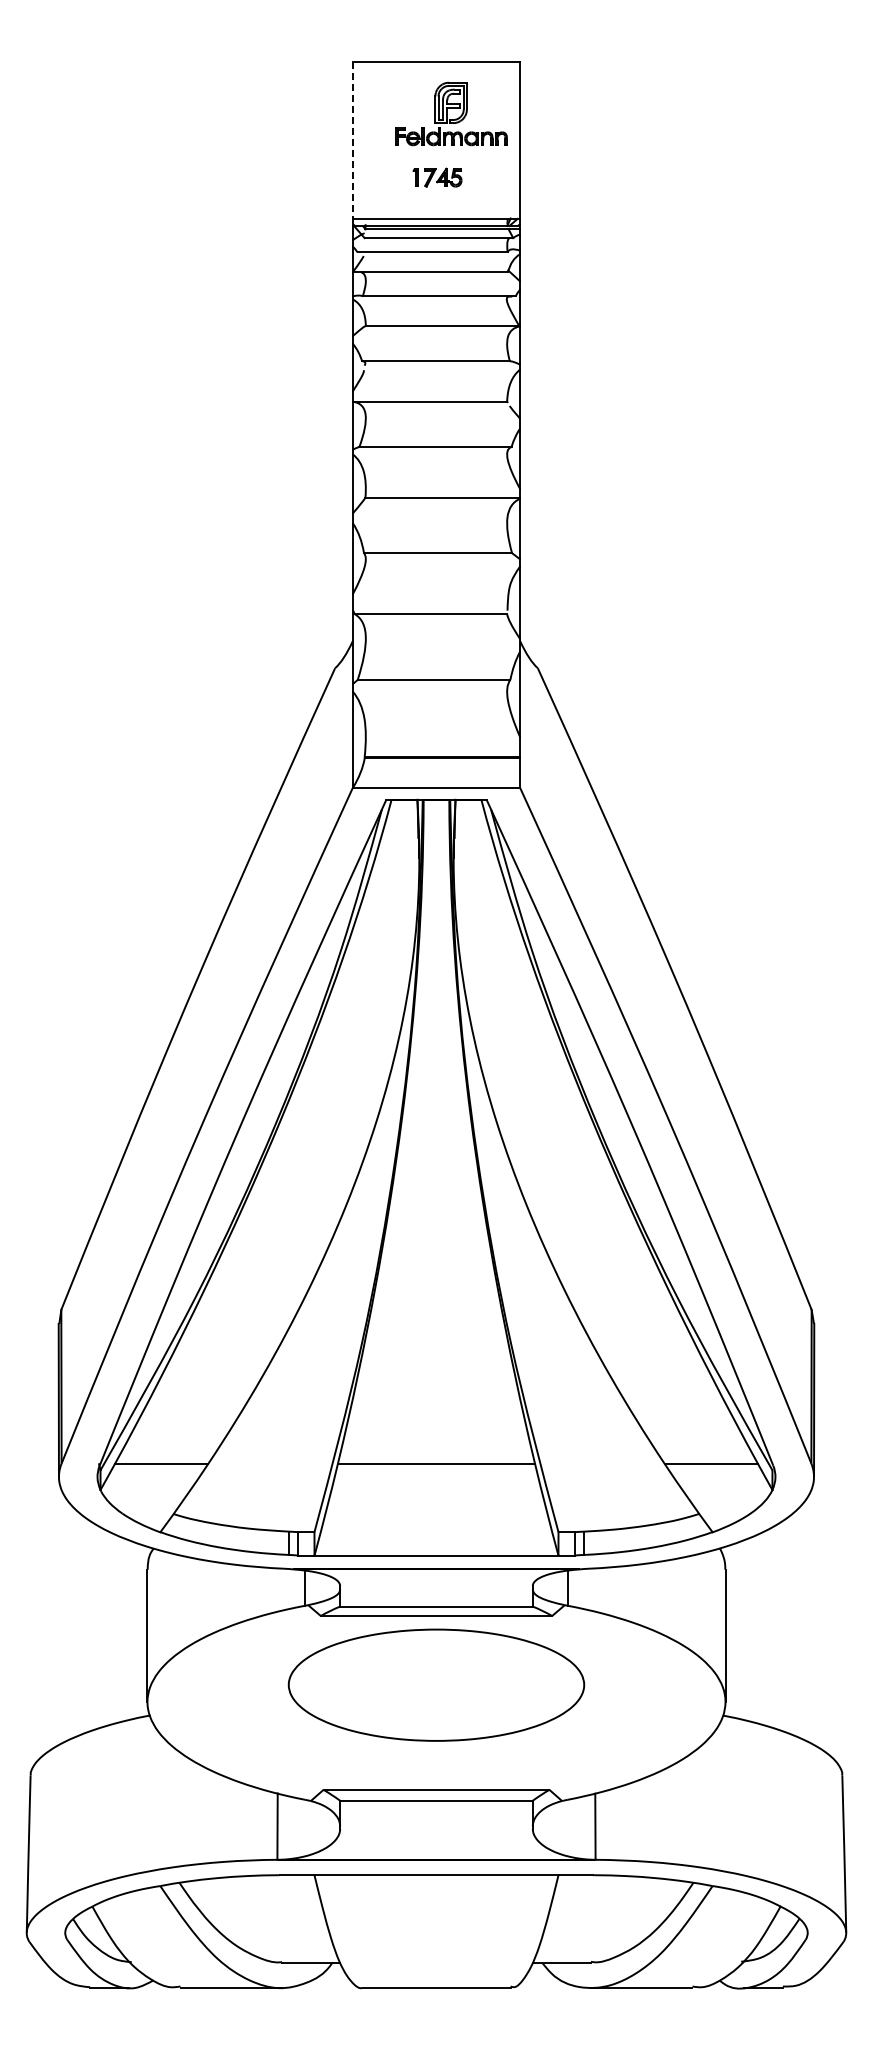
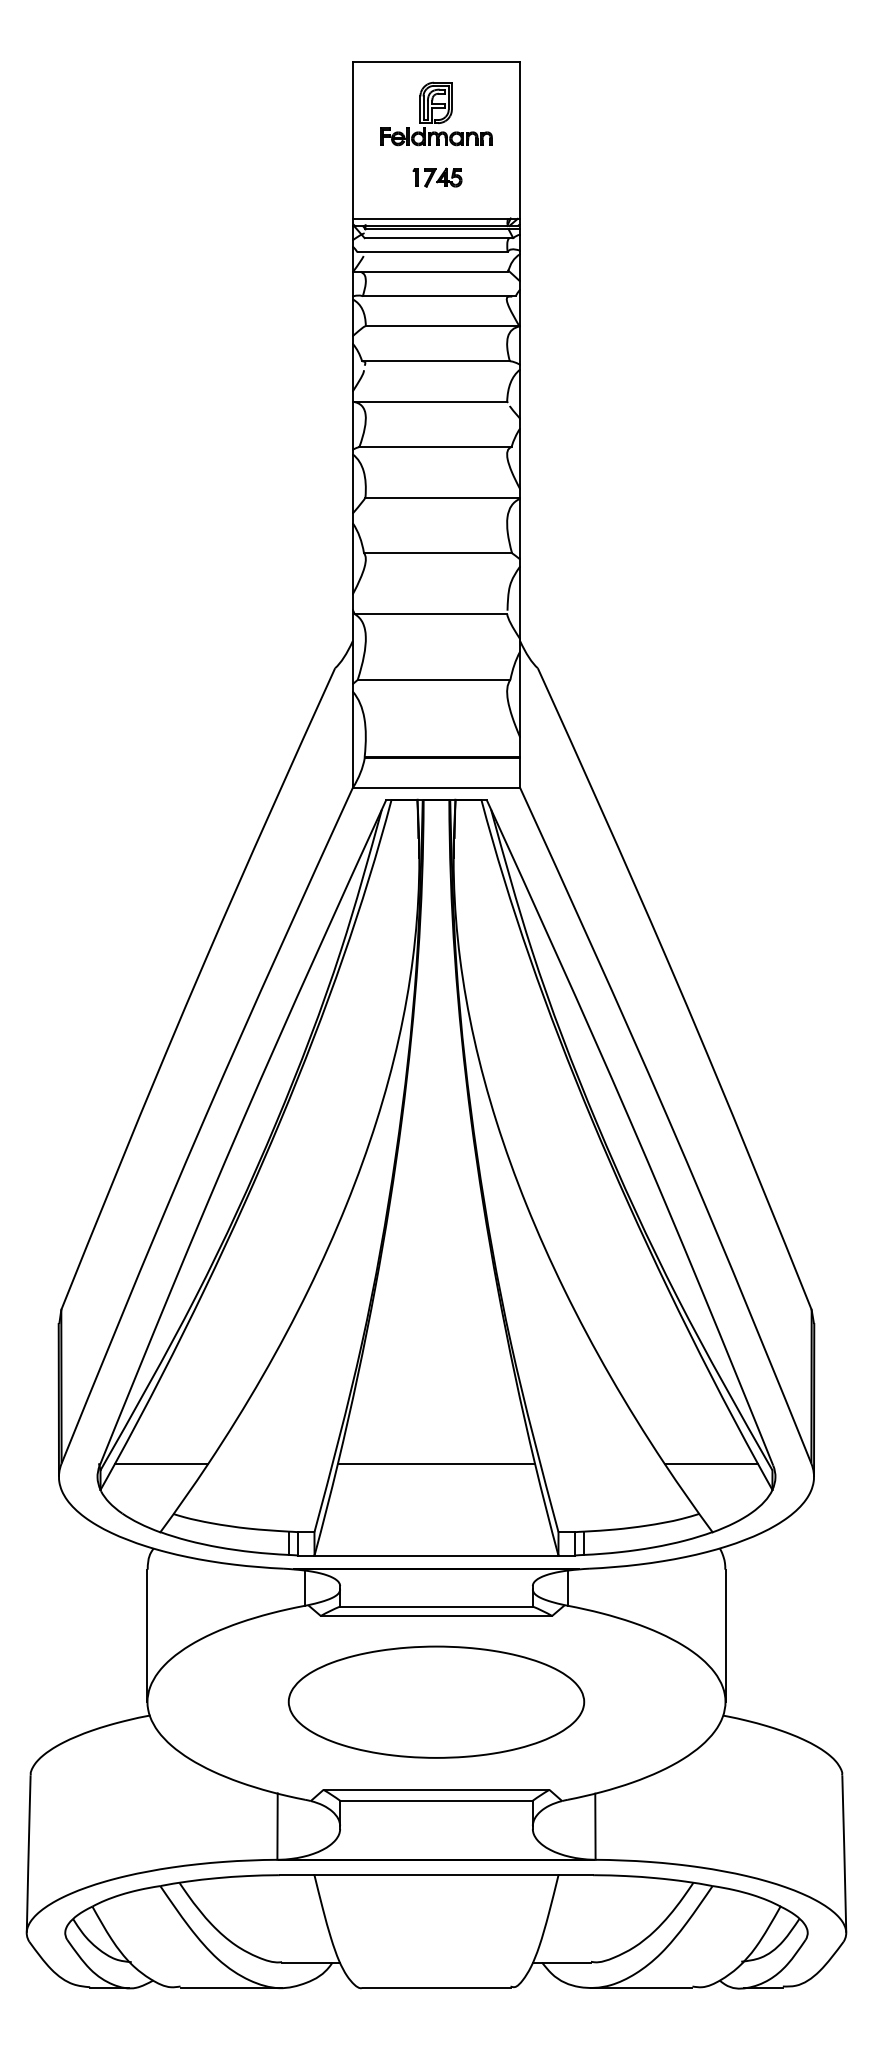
part at (451, 113) position: (451, 113) -> (436, 113)
line at (353, 140): dashed -> solid
part at (436, 1684) position: (436, 1684) -> (436, 1701)
